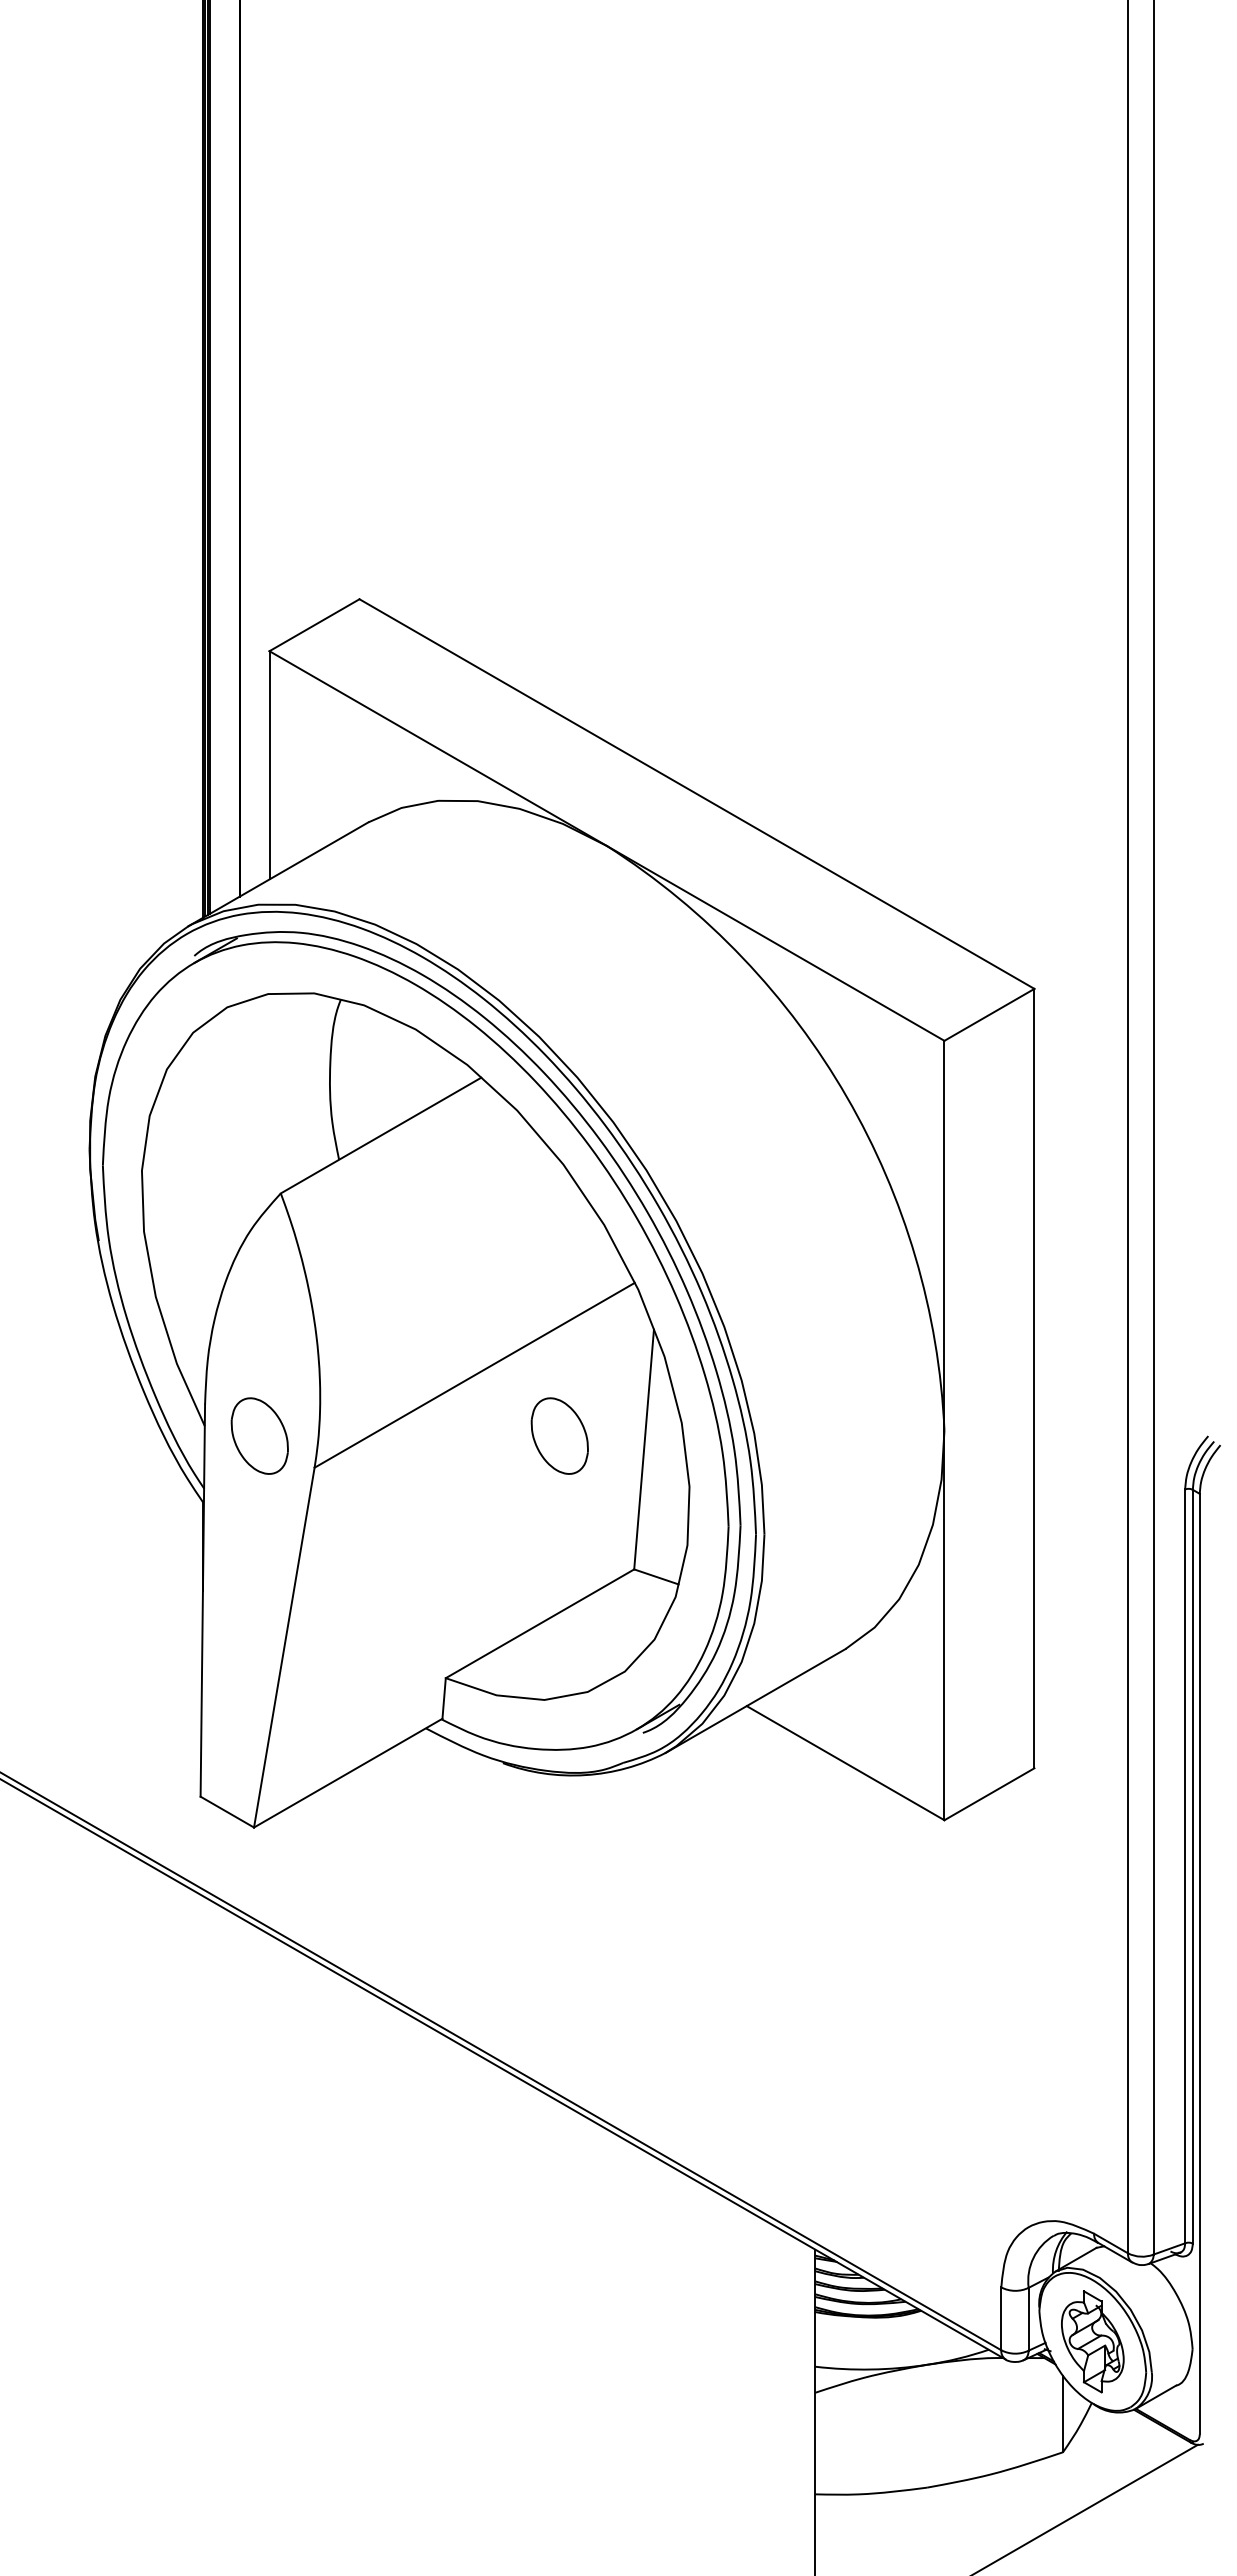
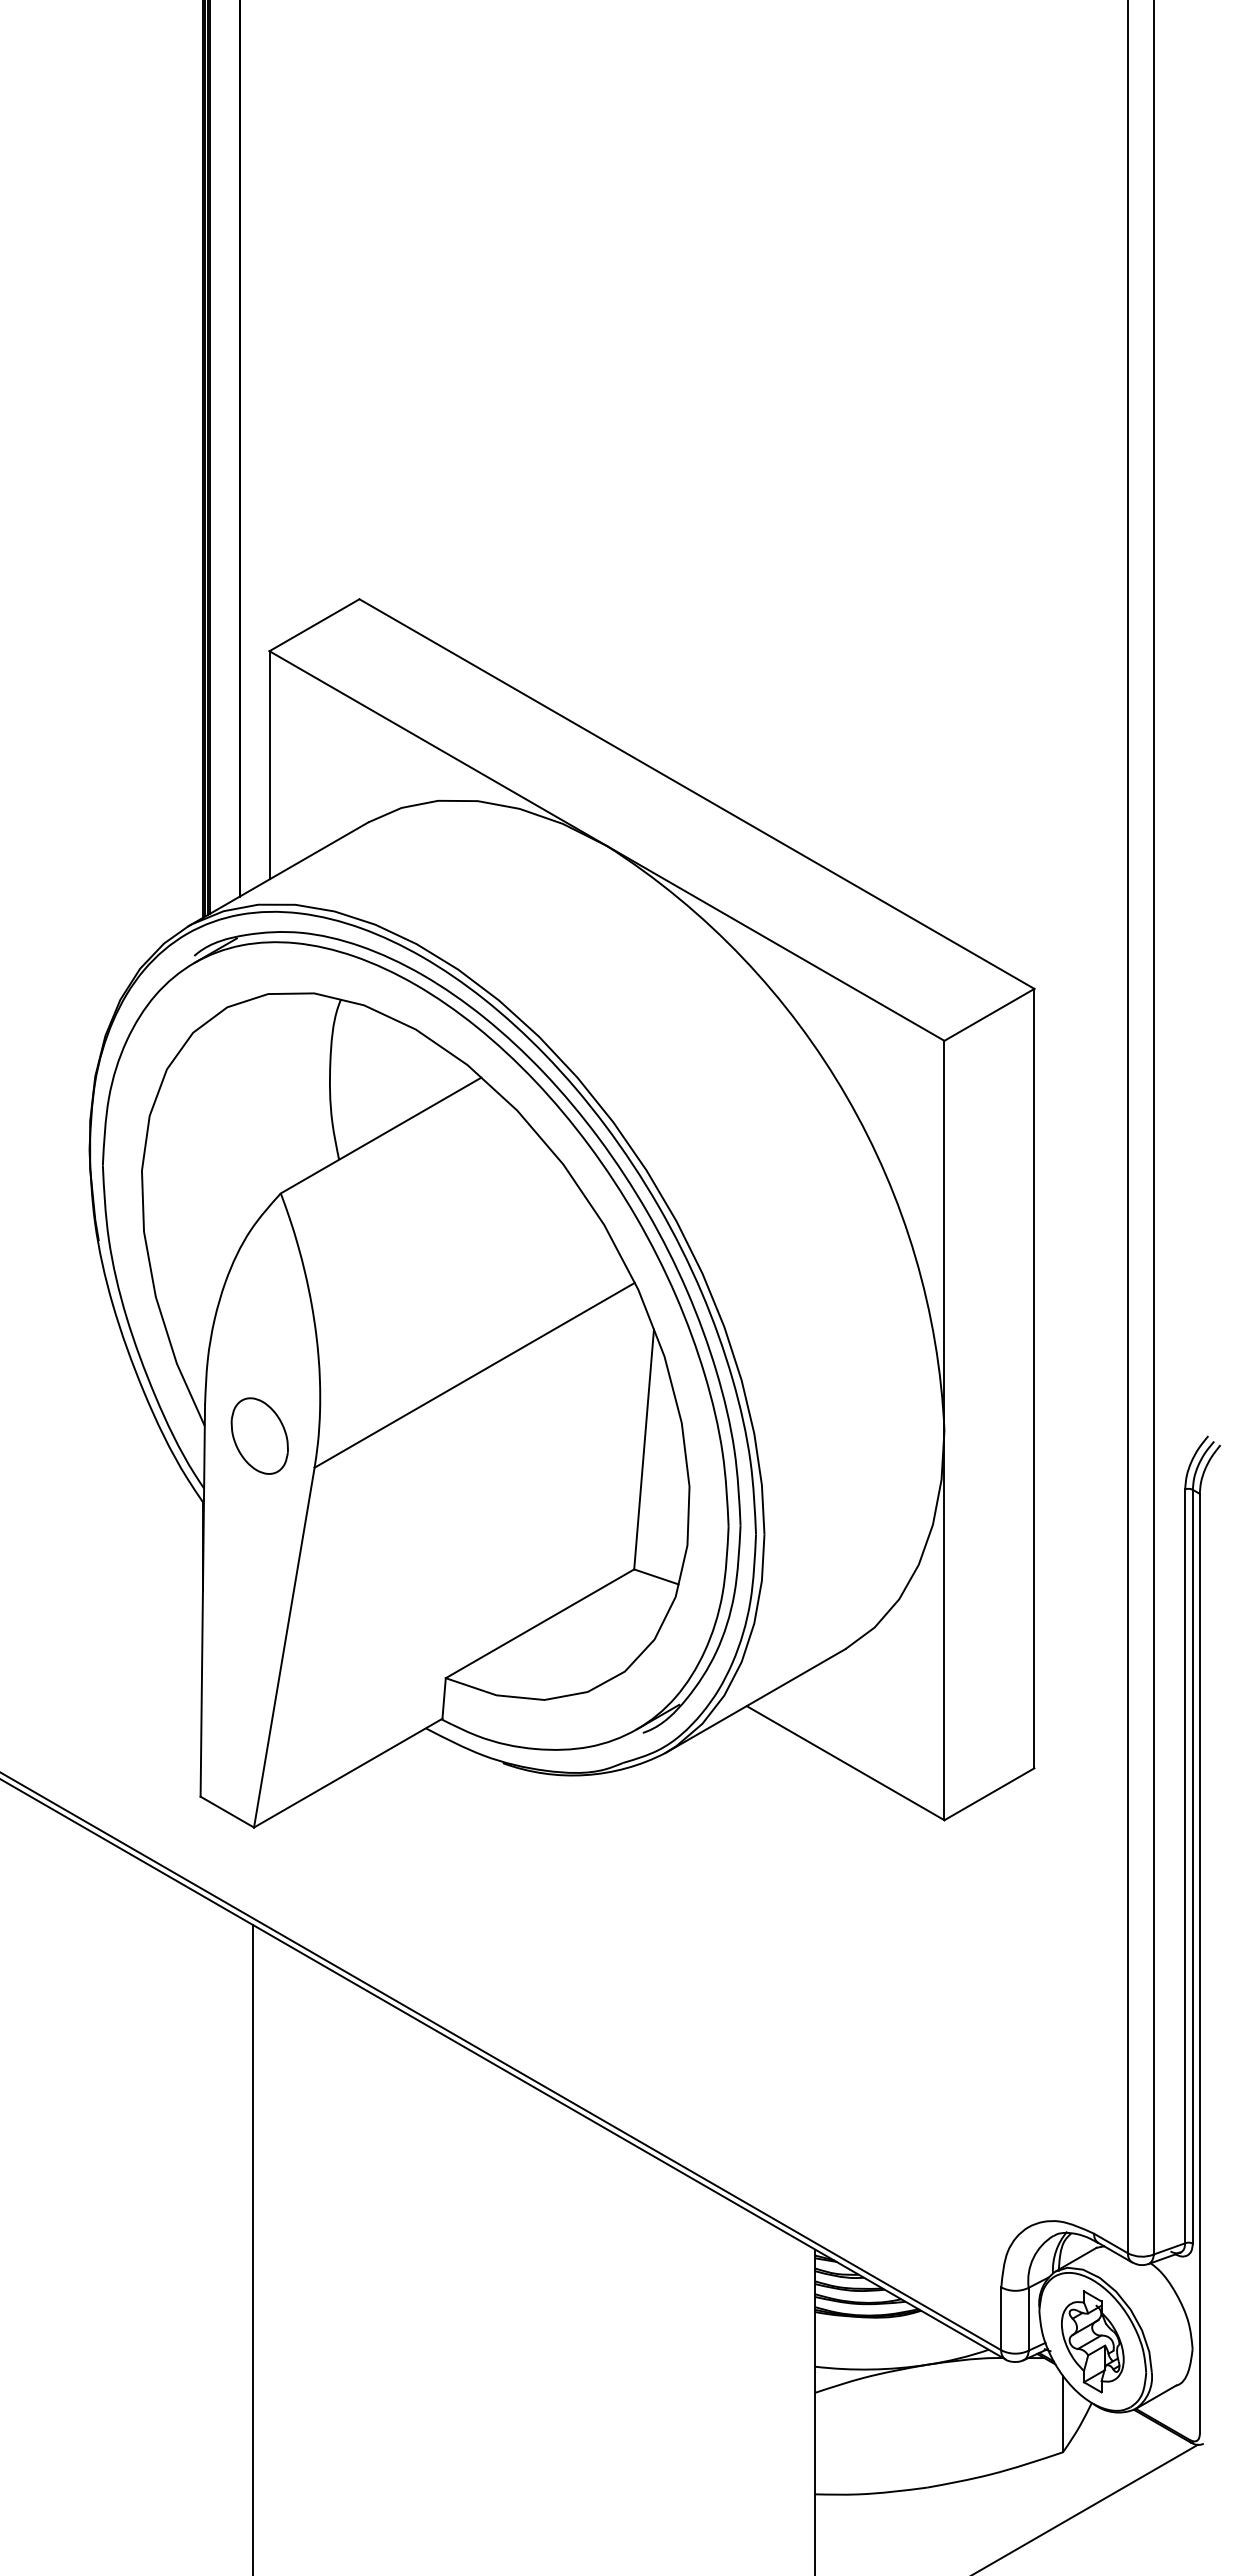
part at (559, 1435): present -> none
line at (252, 2248): none -> present
